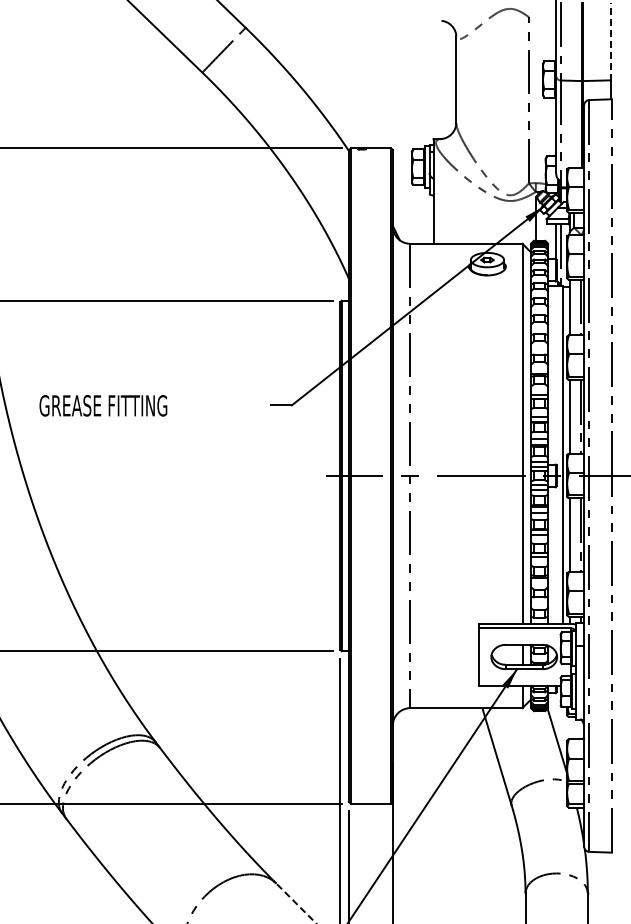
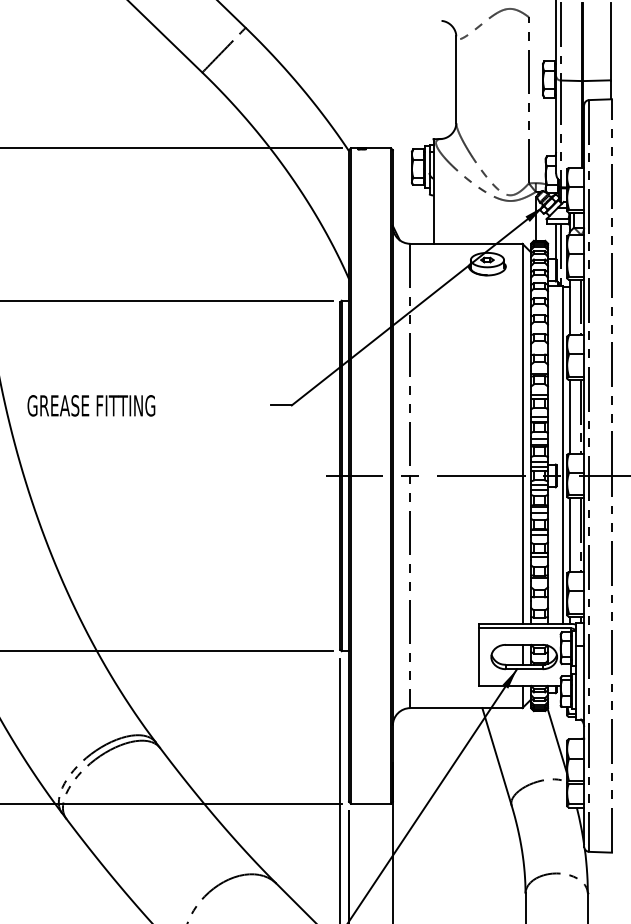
line at (611, 41): dashed -> solid
text at (103, 405) position: (103, 405) -> (91, 405)
line at (296, 903): dashed -> solid
